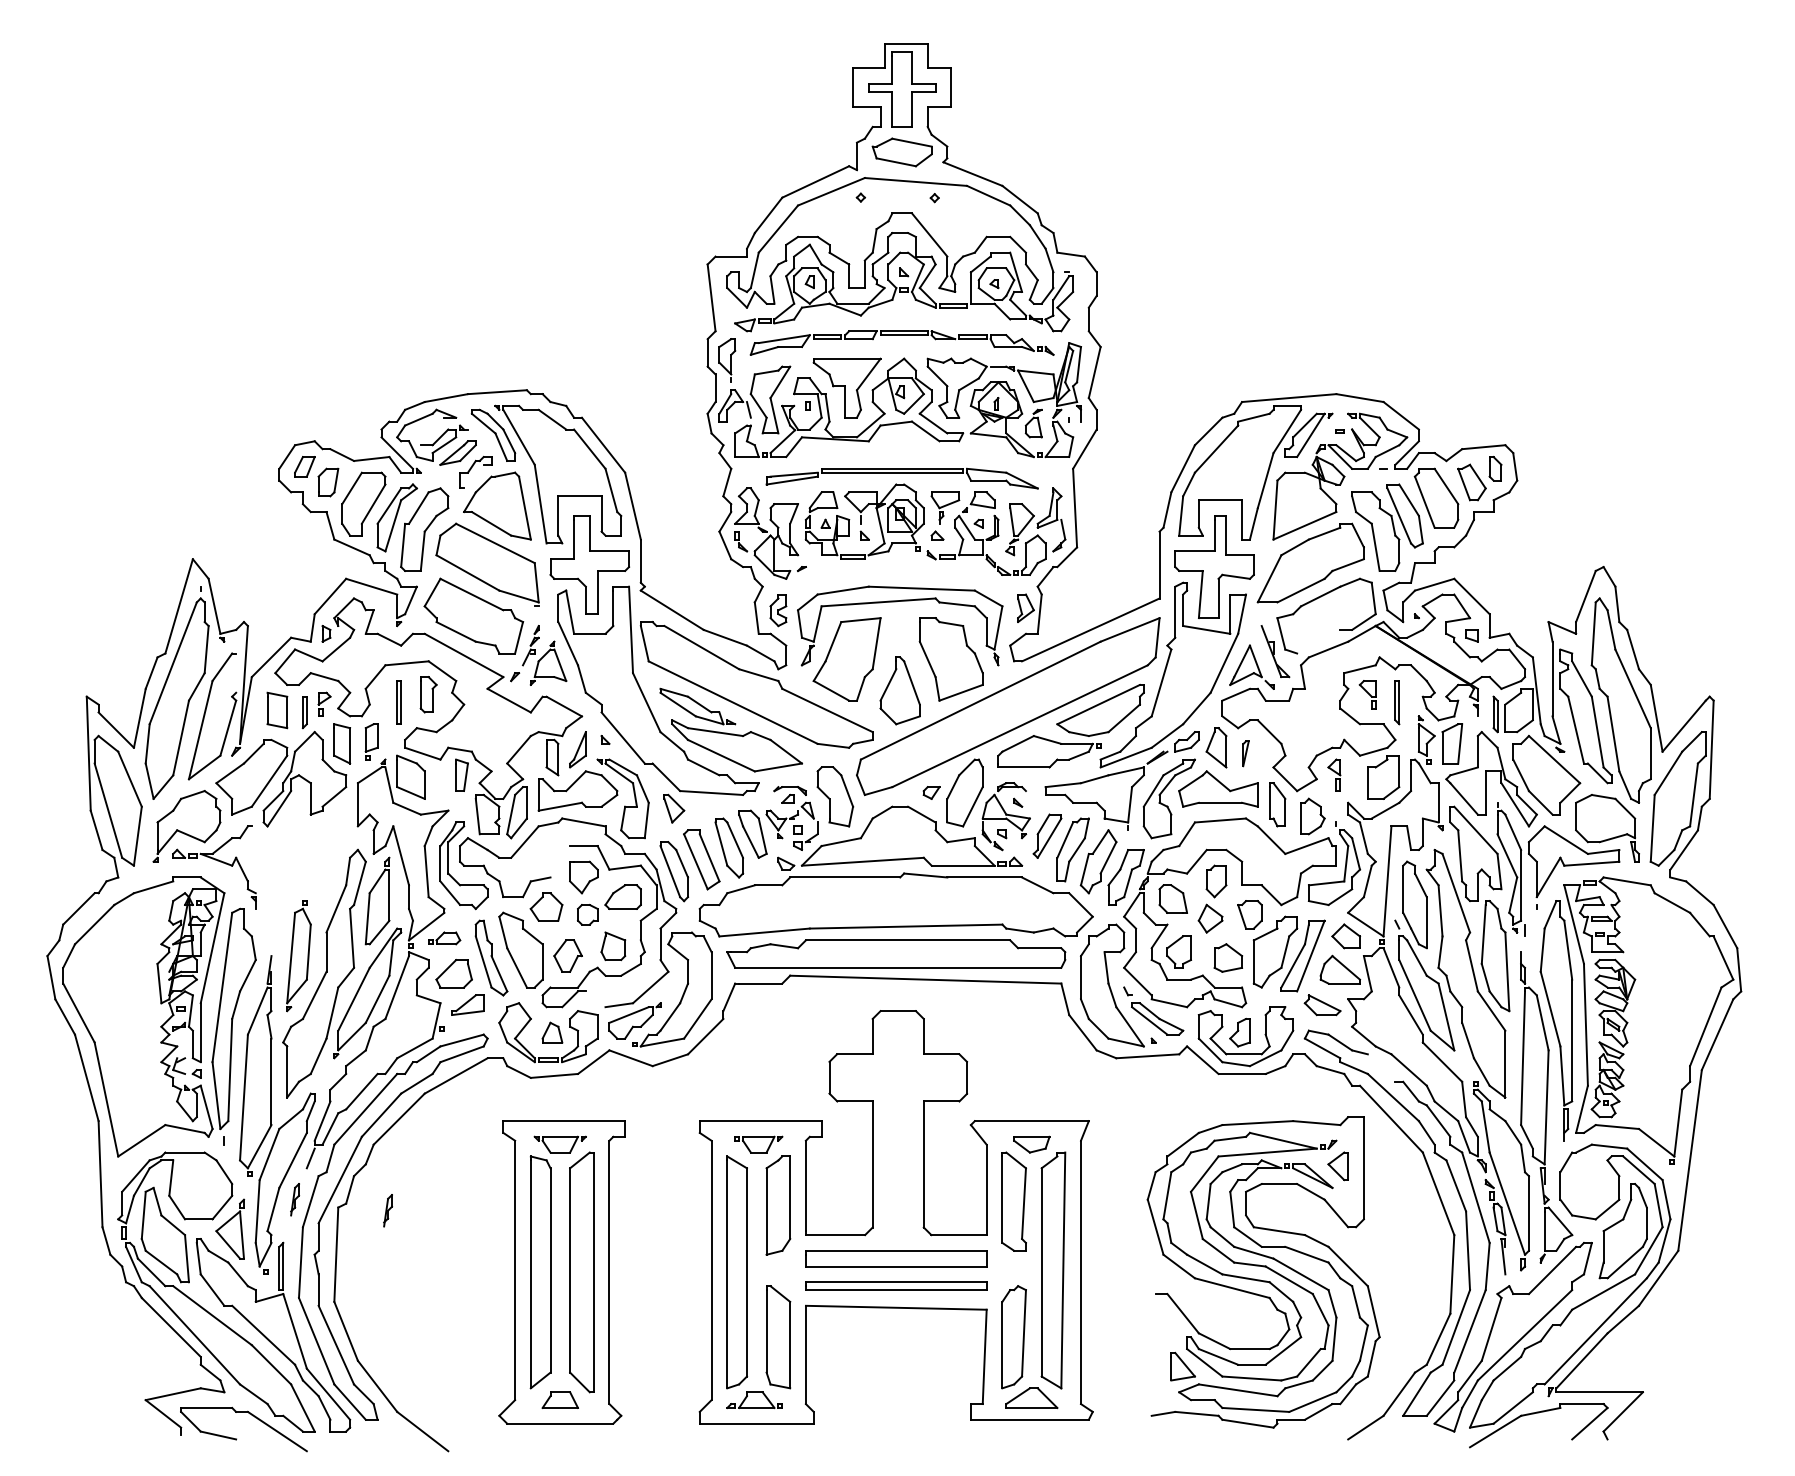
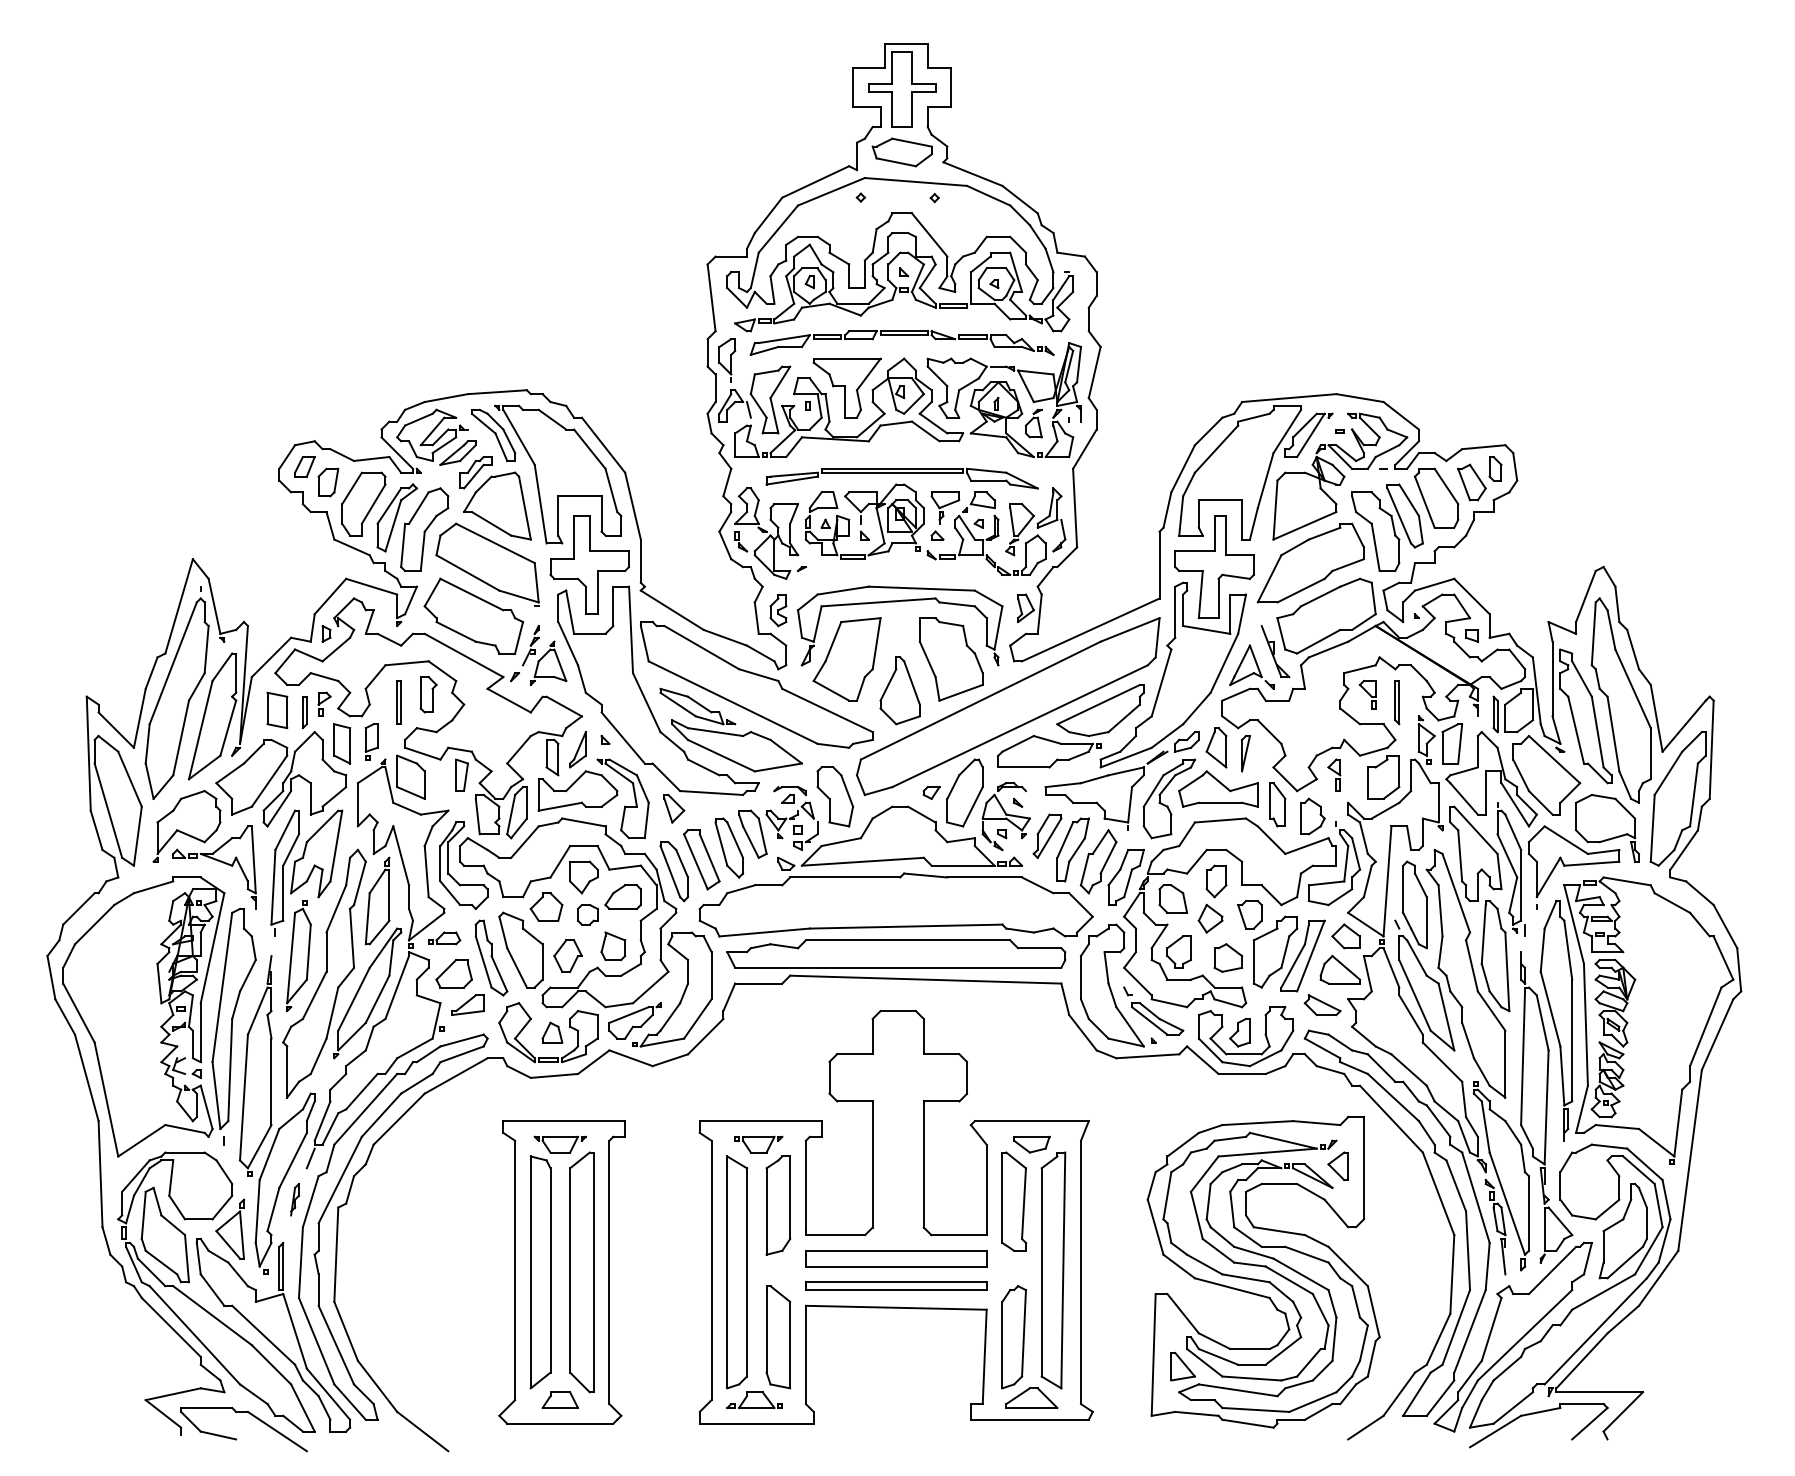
line at (432, 431): none -> present
line at (473, 476): none -> present
line at (1318, 641): none -> present
line at (236, 672): none -> present
part at (1245, 753) size: 8x28 px -> 10x38 px
line at (253, 859): none -> present
line at (560, 861): none -> present
part at (306, 872): none -> present
line at (595, 999): none -> present
line at (1381, 1067): none -> present
part at (387, 1210): present -> none
line at (1153, 1354): none -> present
